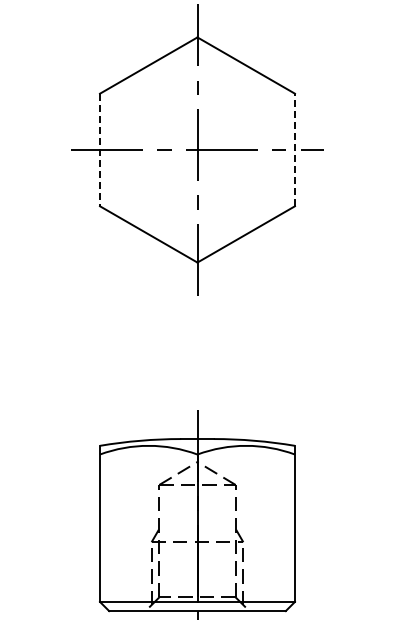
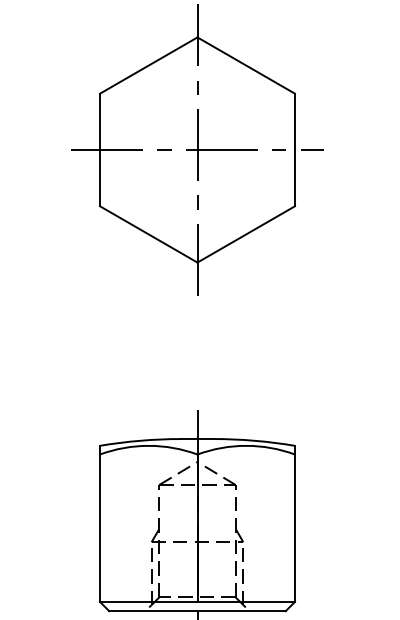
line at (294, 149): dashed -> solid
line at (100, 150): dashed -> solid
